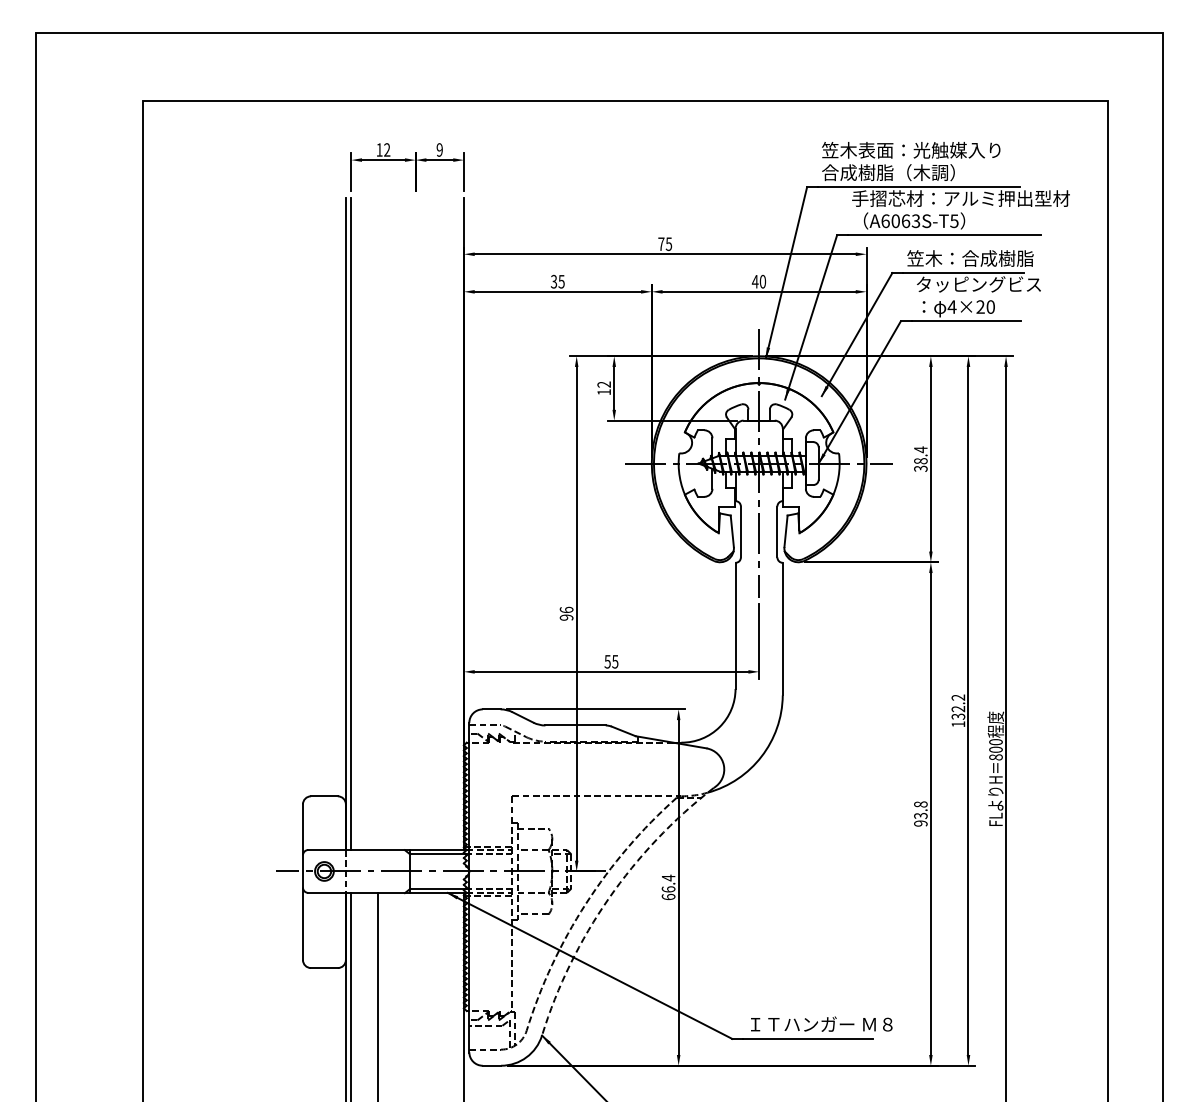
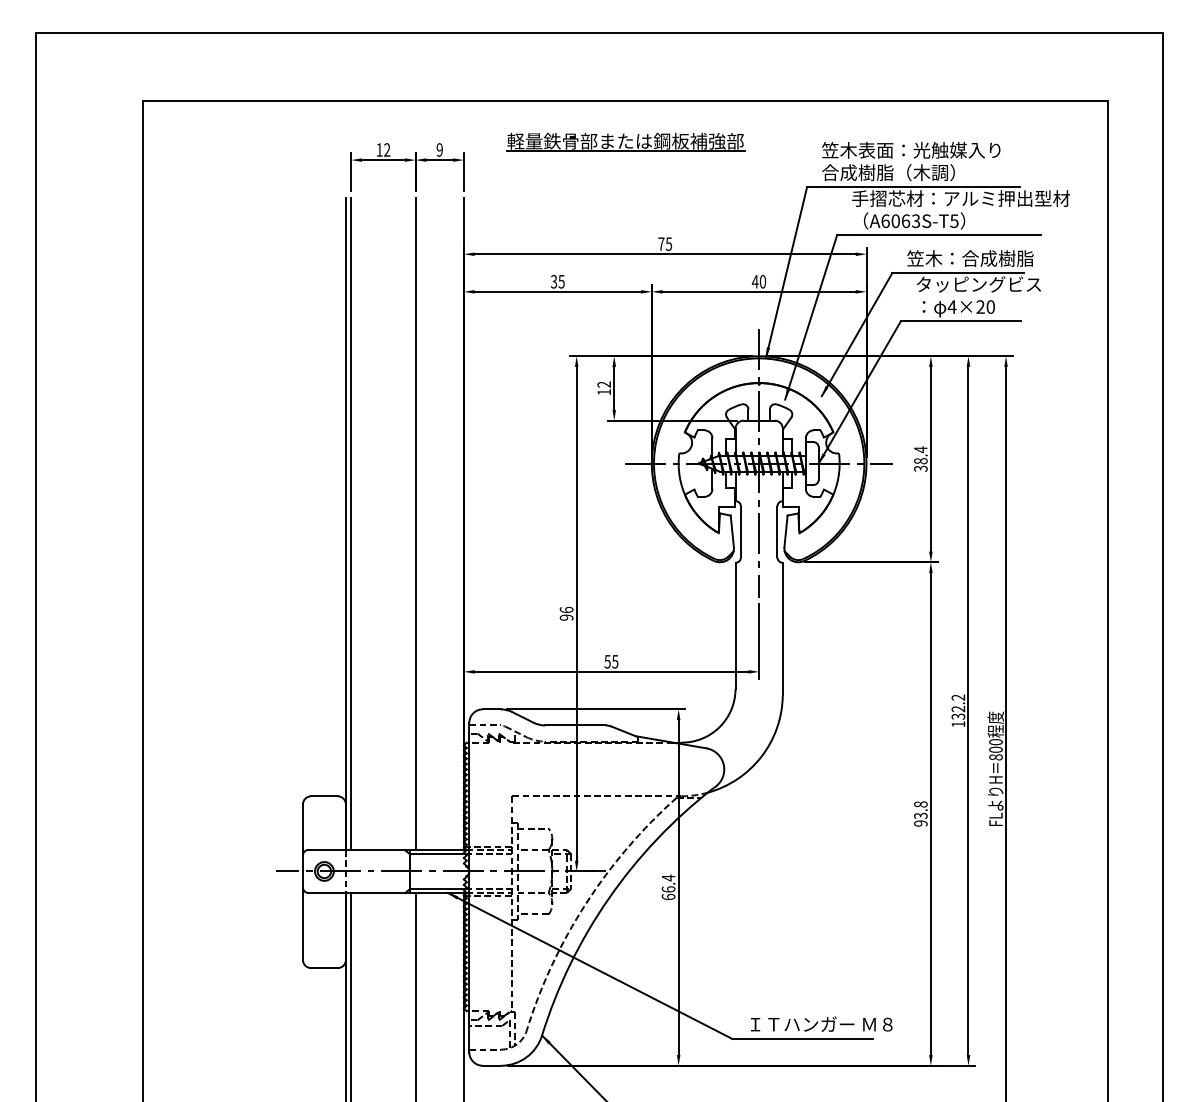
part at (625, 141): none -> present
line at (415, 523): none -> present
arc at (608, 898): dashed -> solid
line at (377, 995) position: (377, 995) -> (415, 995)
